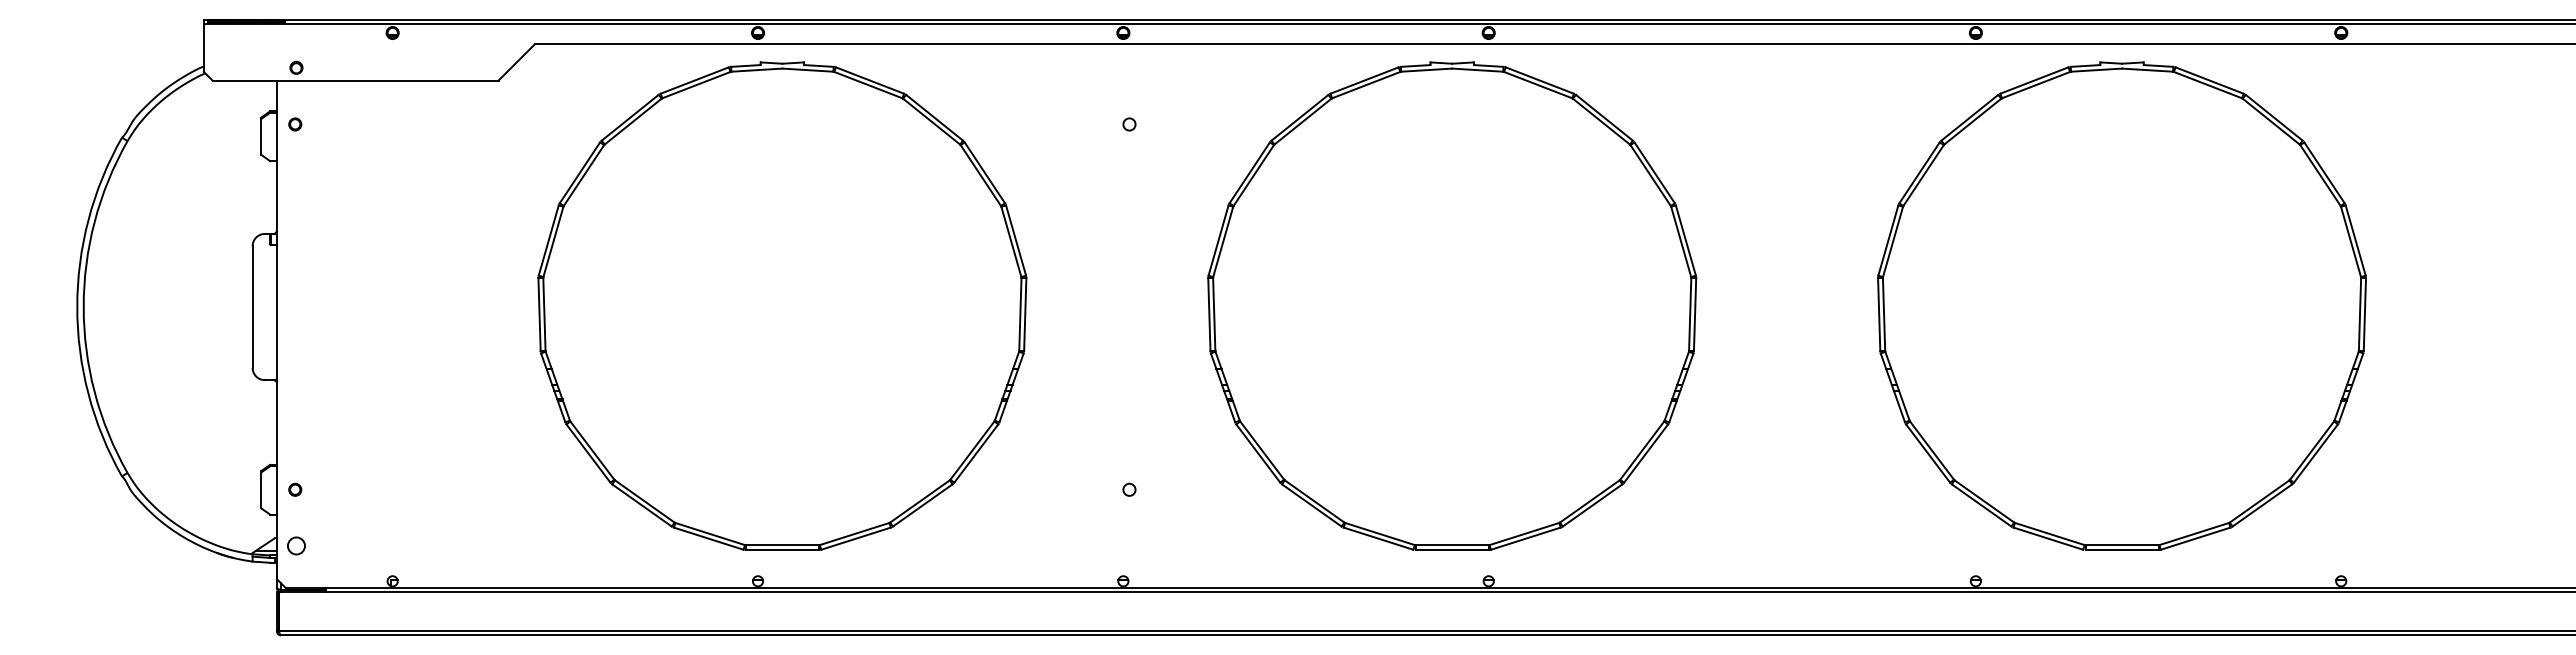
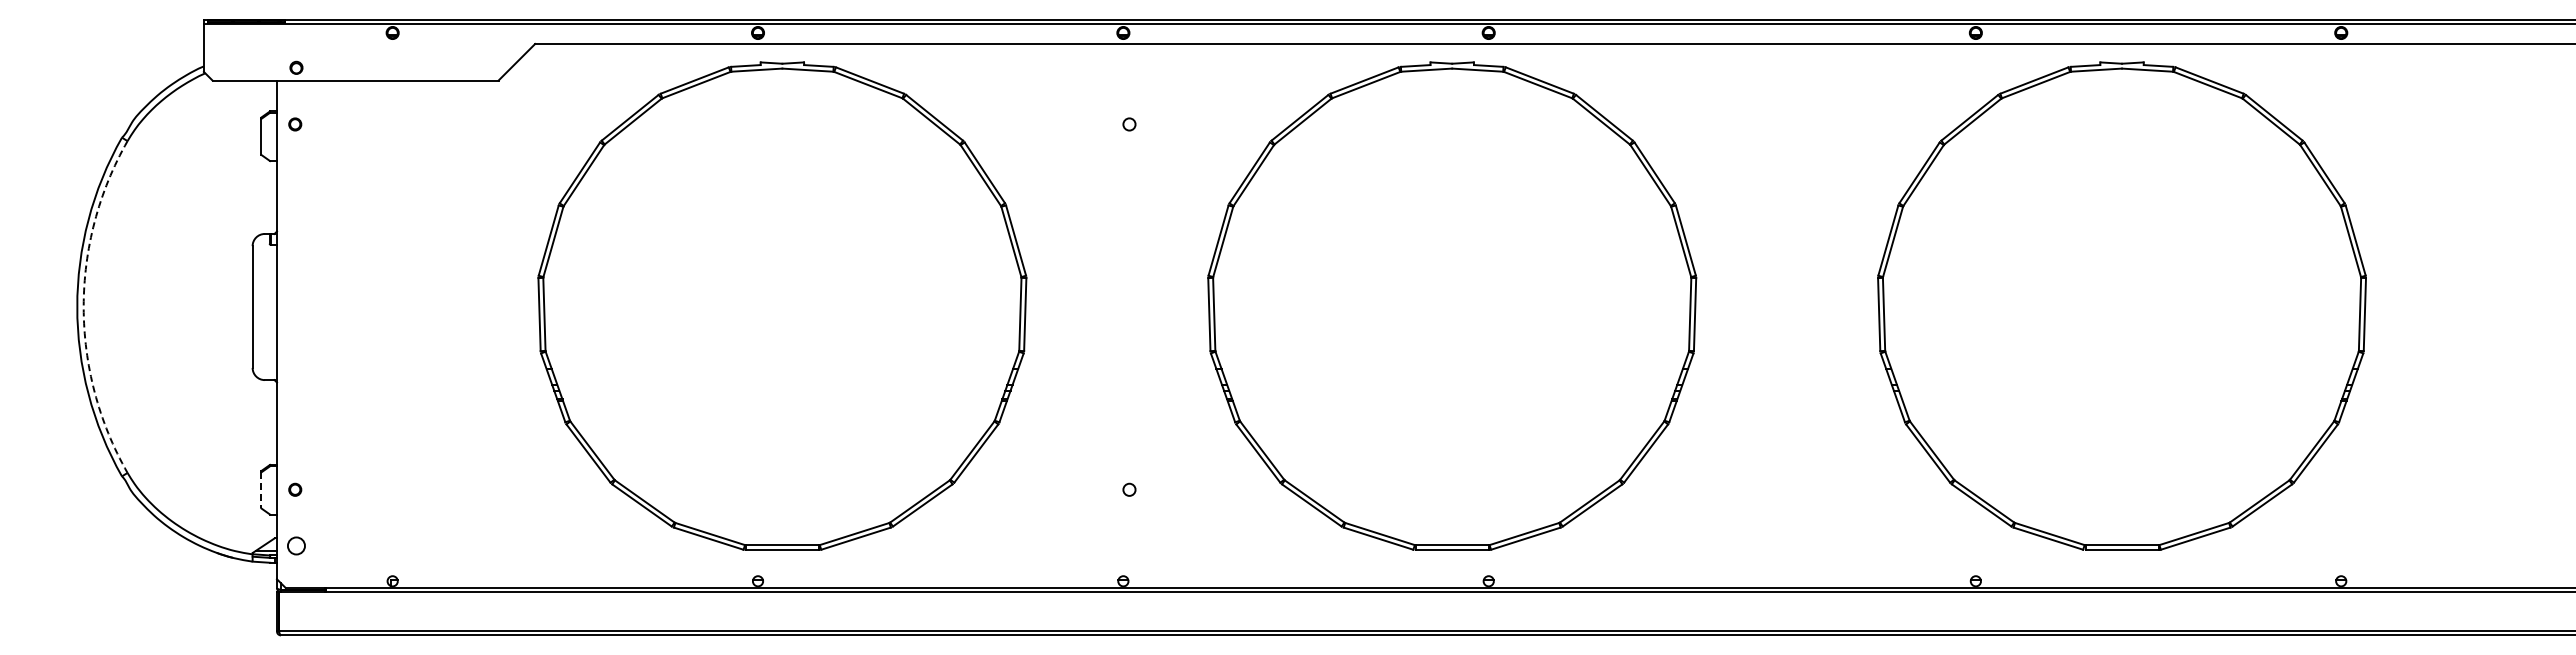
arc at (83, 307): solid -> dashed
line at (261, 490): solid -> dashed
